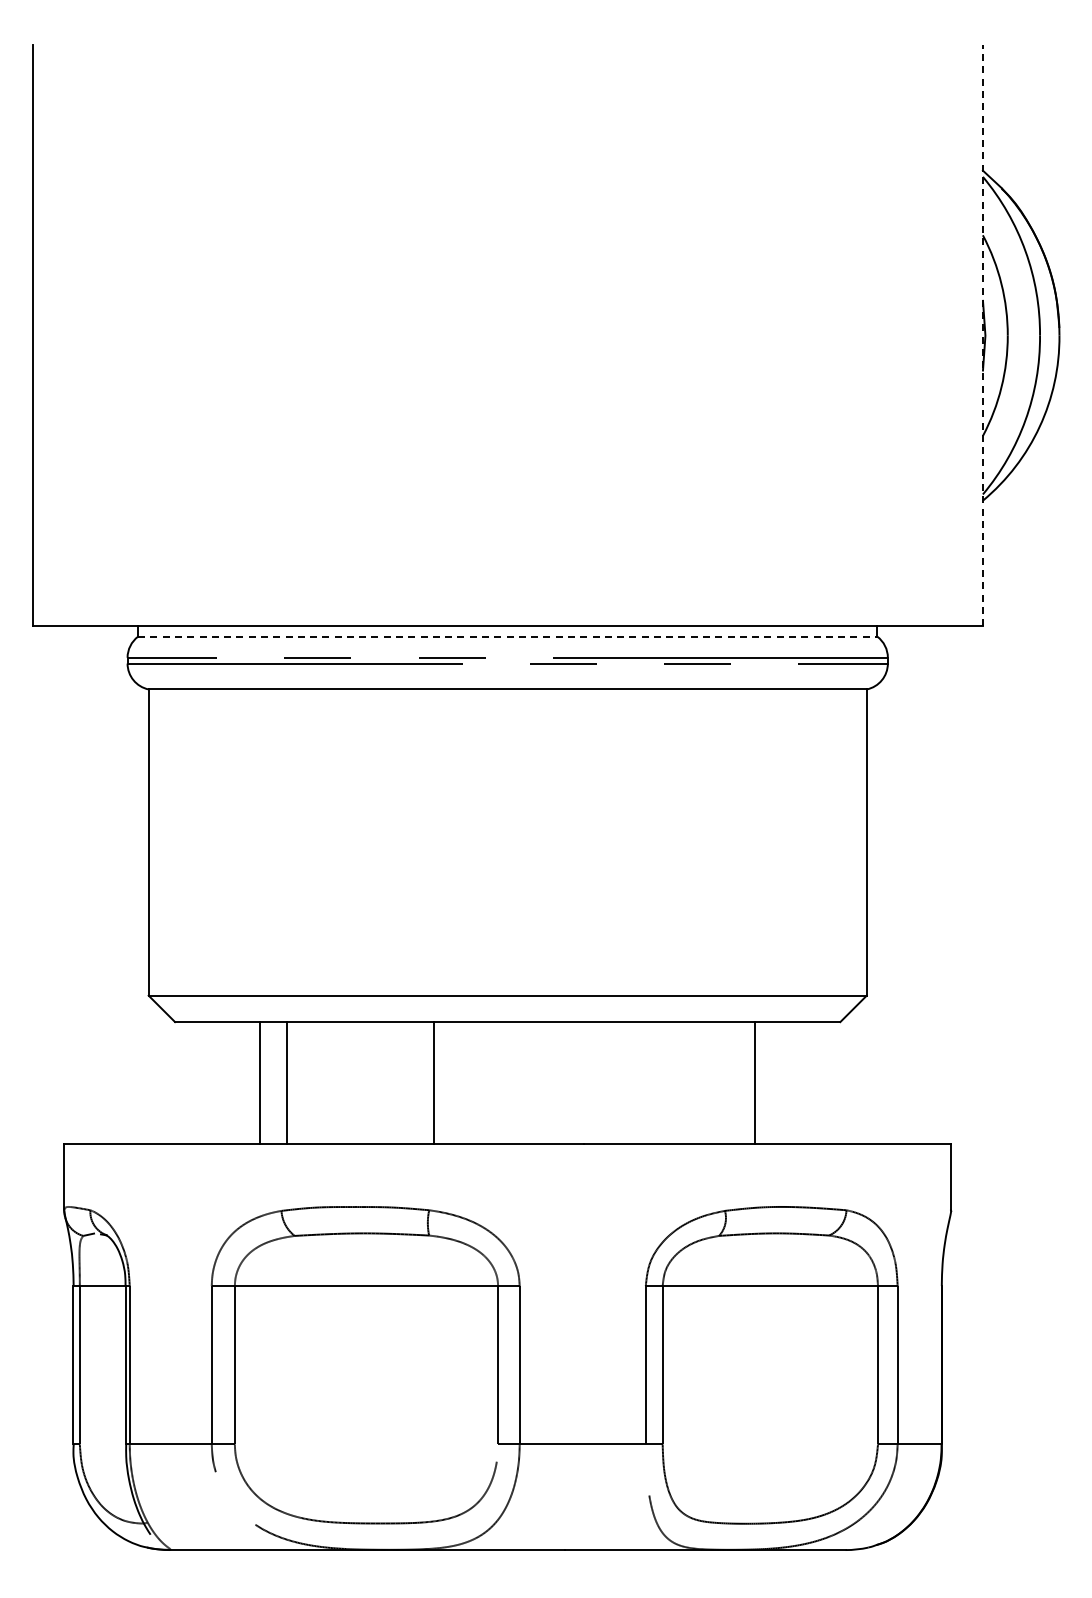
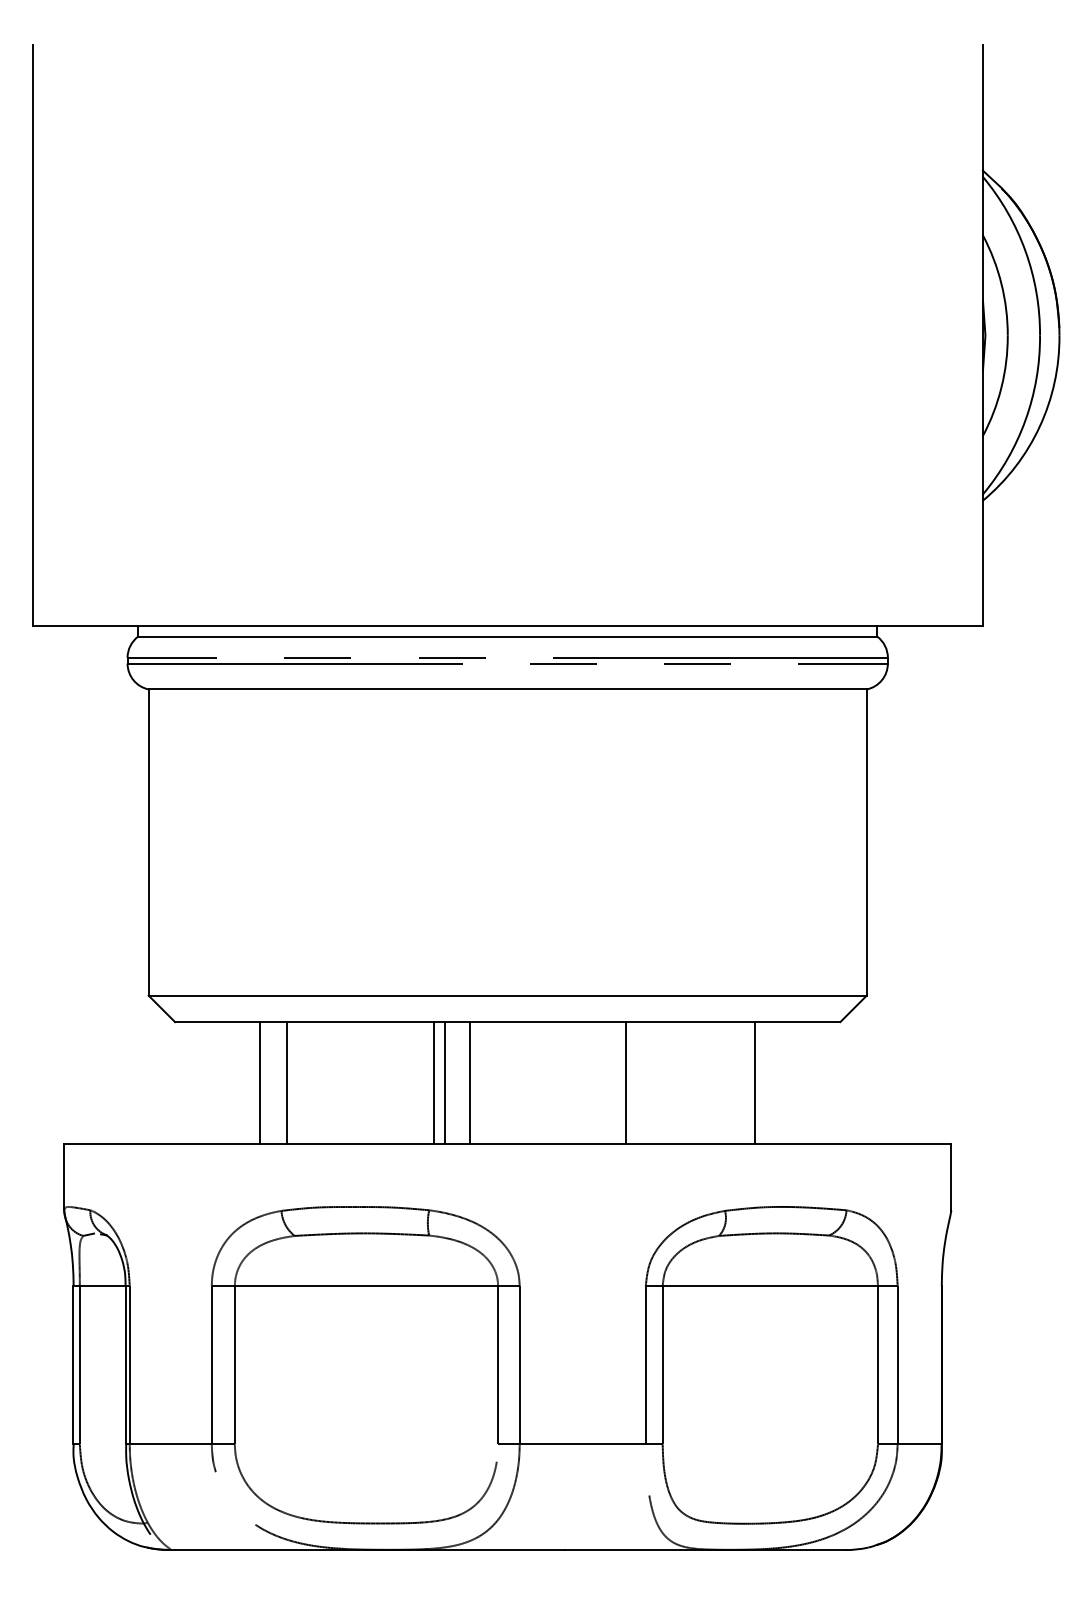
line at (982, 335): dashed -> solid
line at (507, 636): dashed -> solid
line at (444, 1082): none -> present
line at (470, 1082): none -> present
line at (626, 1082): none -> present
